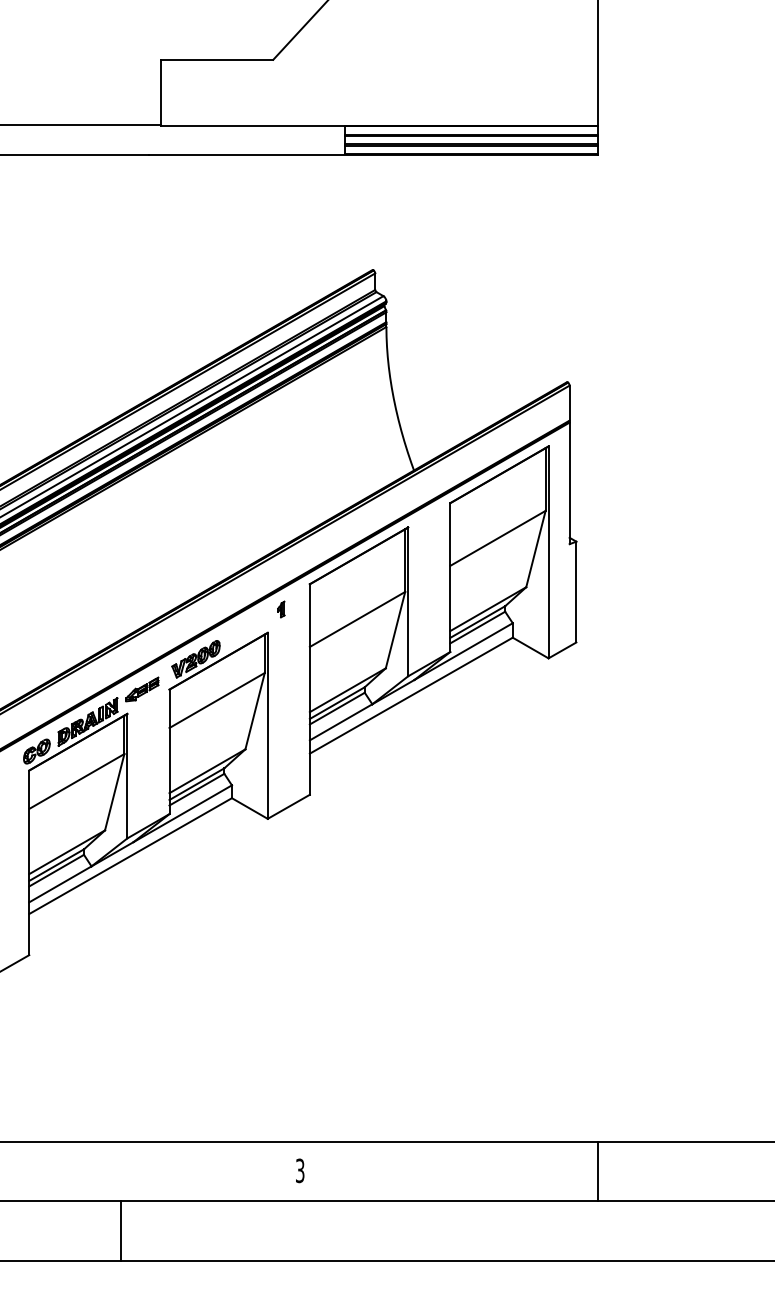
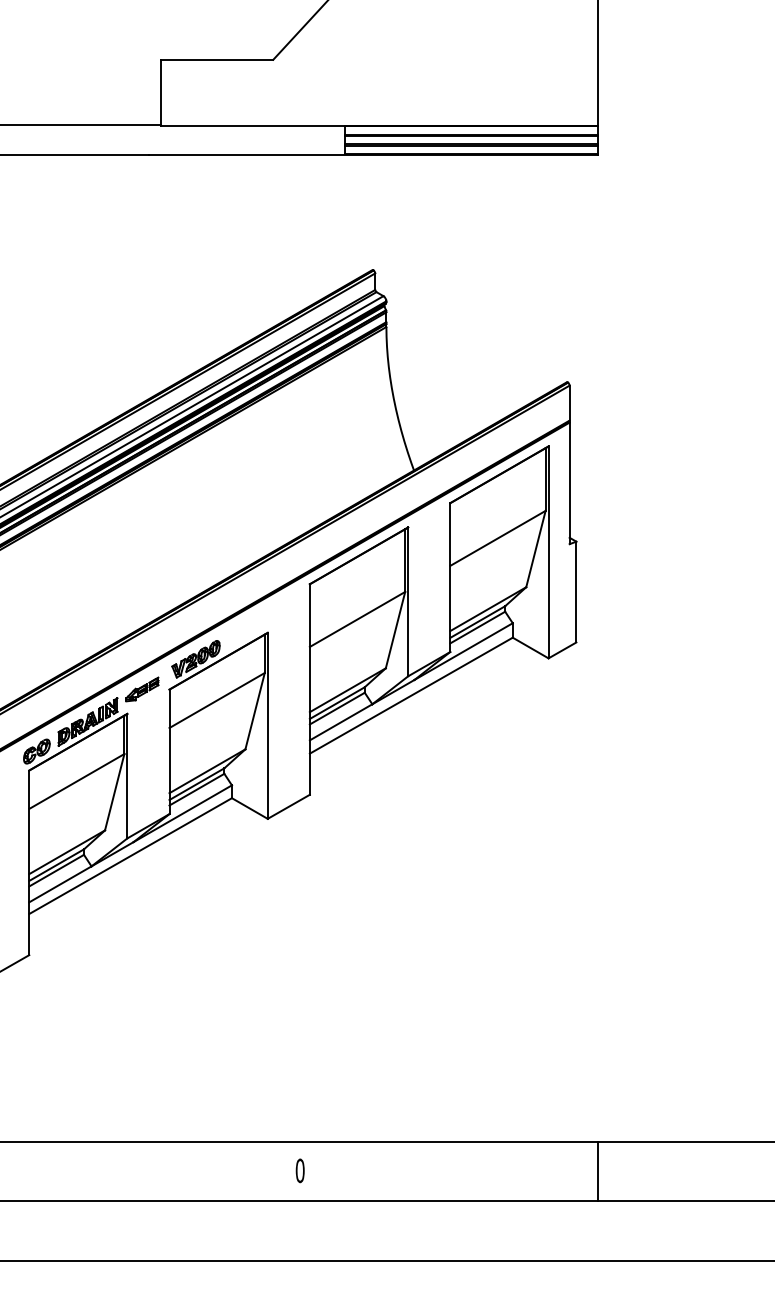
part at (281, 609): present -> none
text at (299, 1170): 3 -> 0
line at (121, 1231): present -> none
